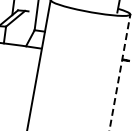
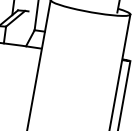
line at (119, 72): dashed -> solid
line at (124, 94): none -> present
